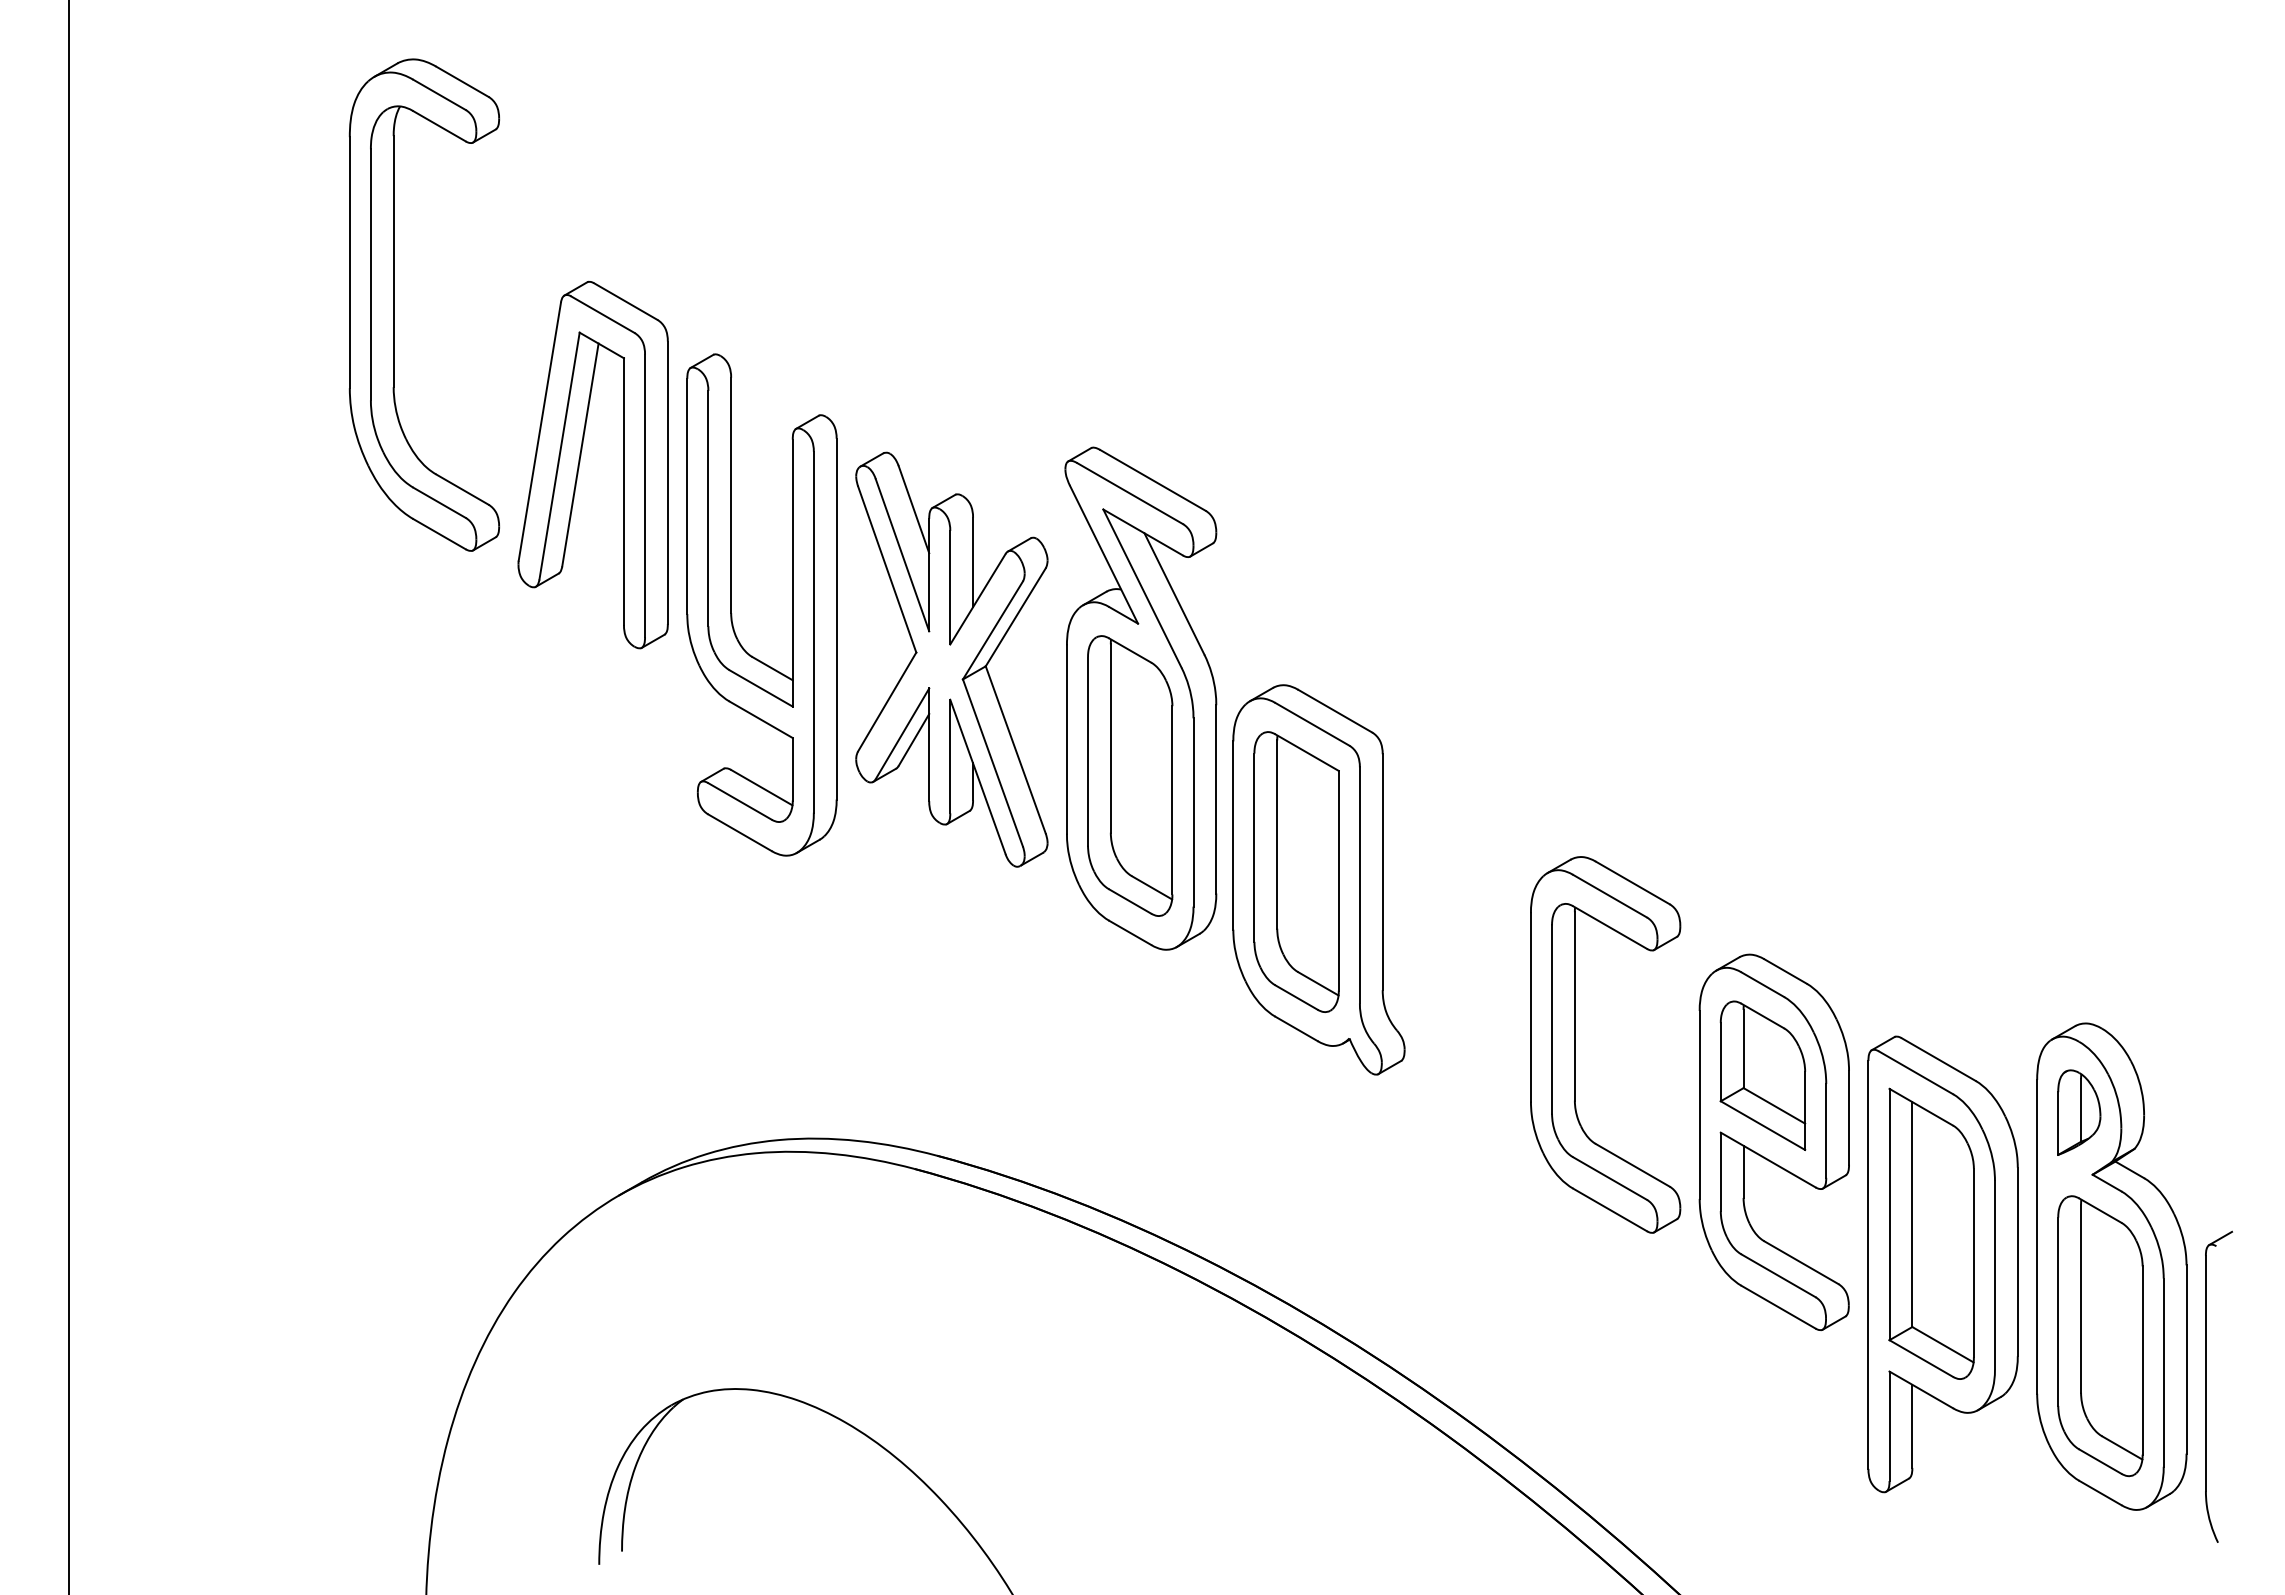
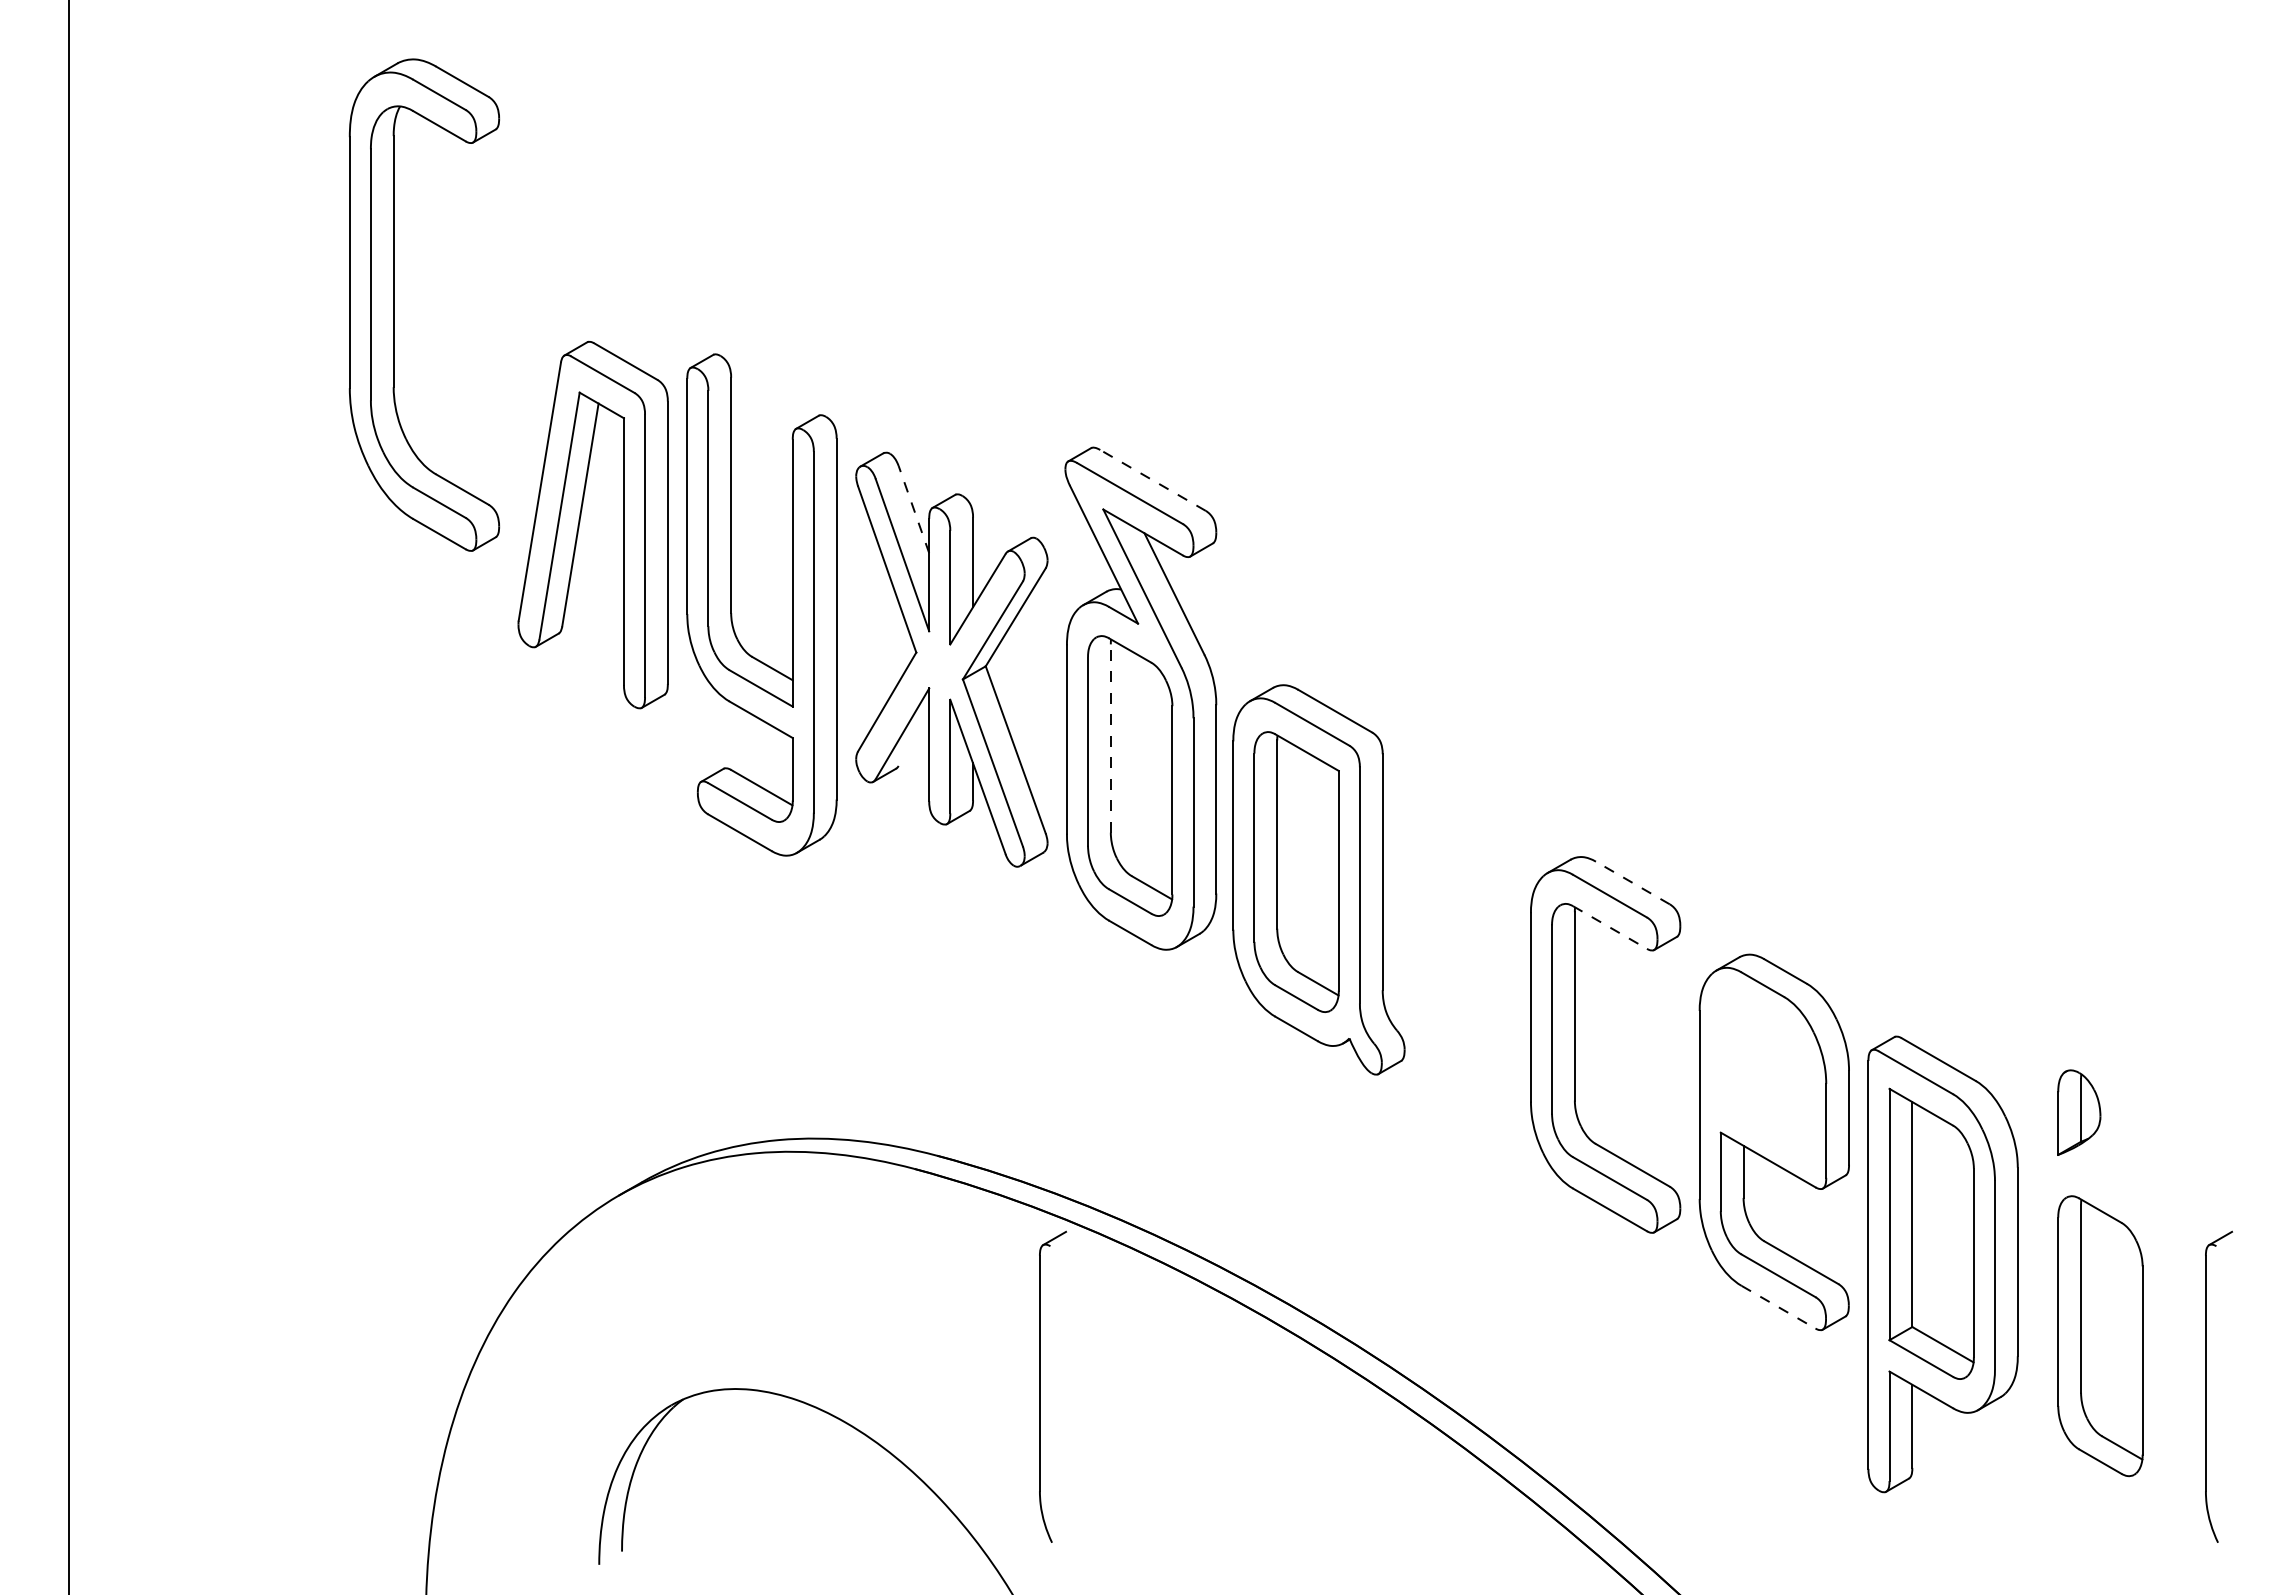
part at (580, 462) position: (580, 462) -> (580, 522)
line at (1153, 480): solid -> dashed
line at (913, 509): solid -> dashed
line at (1110, 738): solid -> dashed
line at (913, 739): present -> none
line at (1632, 882): solid -> dashed
line at (1610, 927): solid -> dashed
part at (1762, 1075): present -> none
part at (2111, 1266): present -> none
line at (1778, 1307): solid -> dashed
part at (1040, 1386): none -> present
